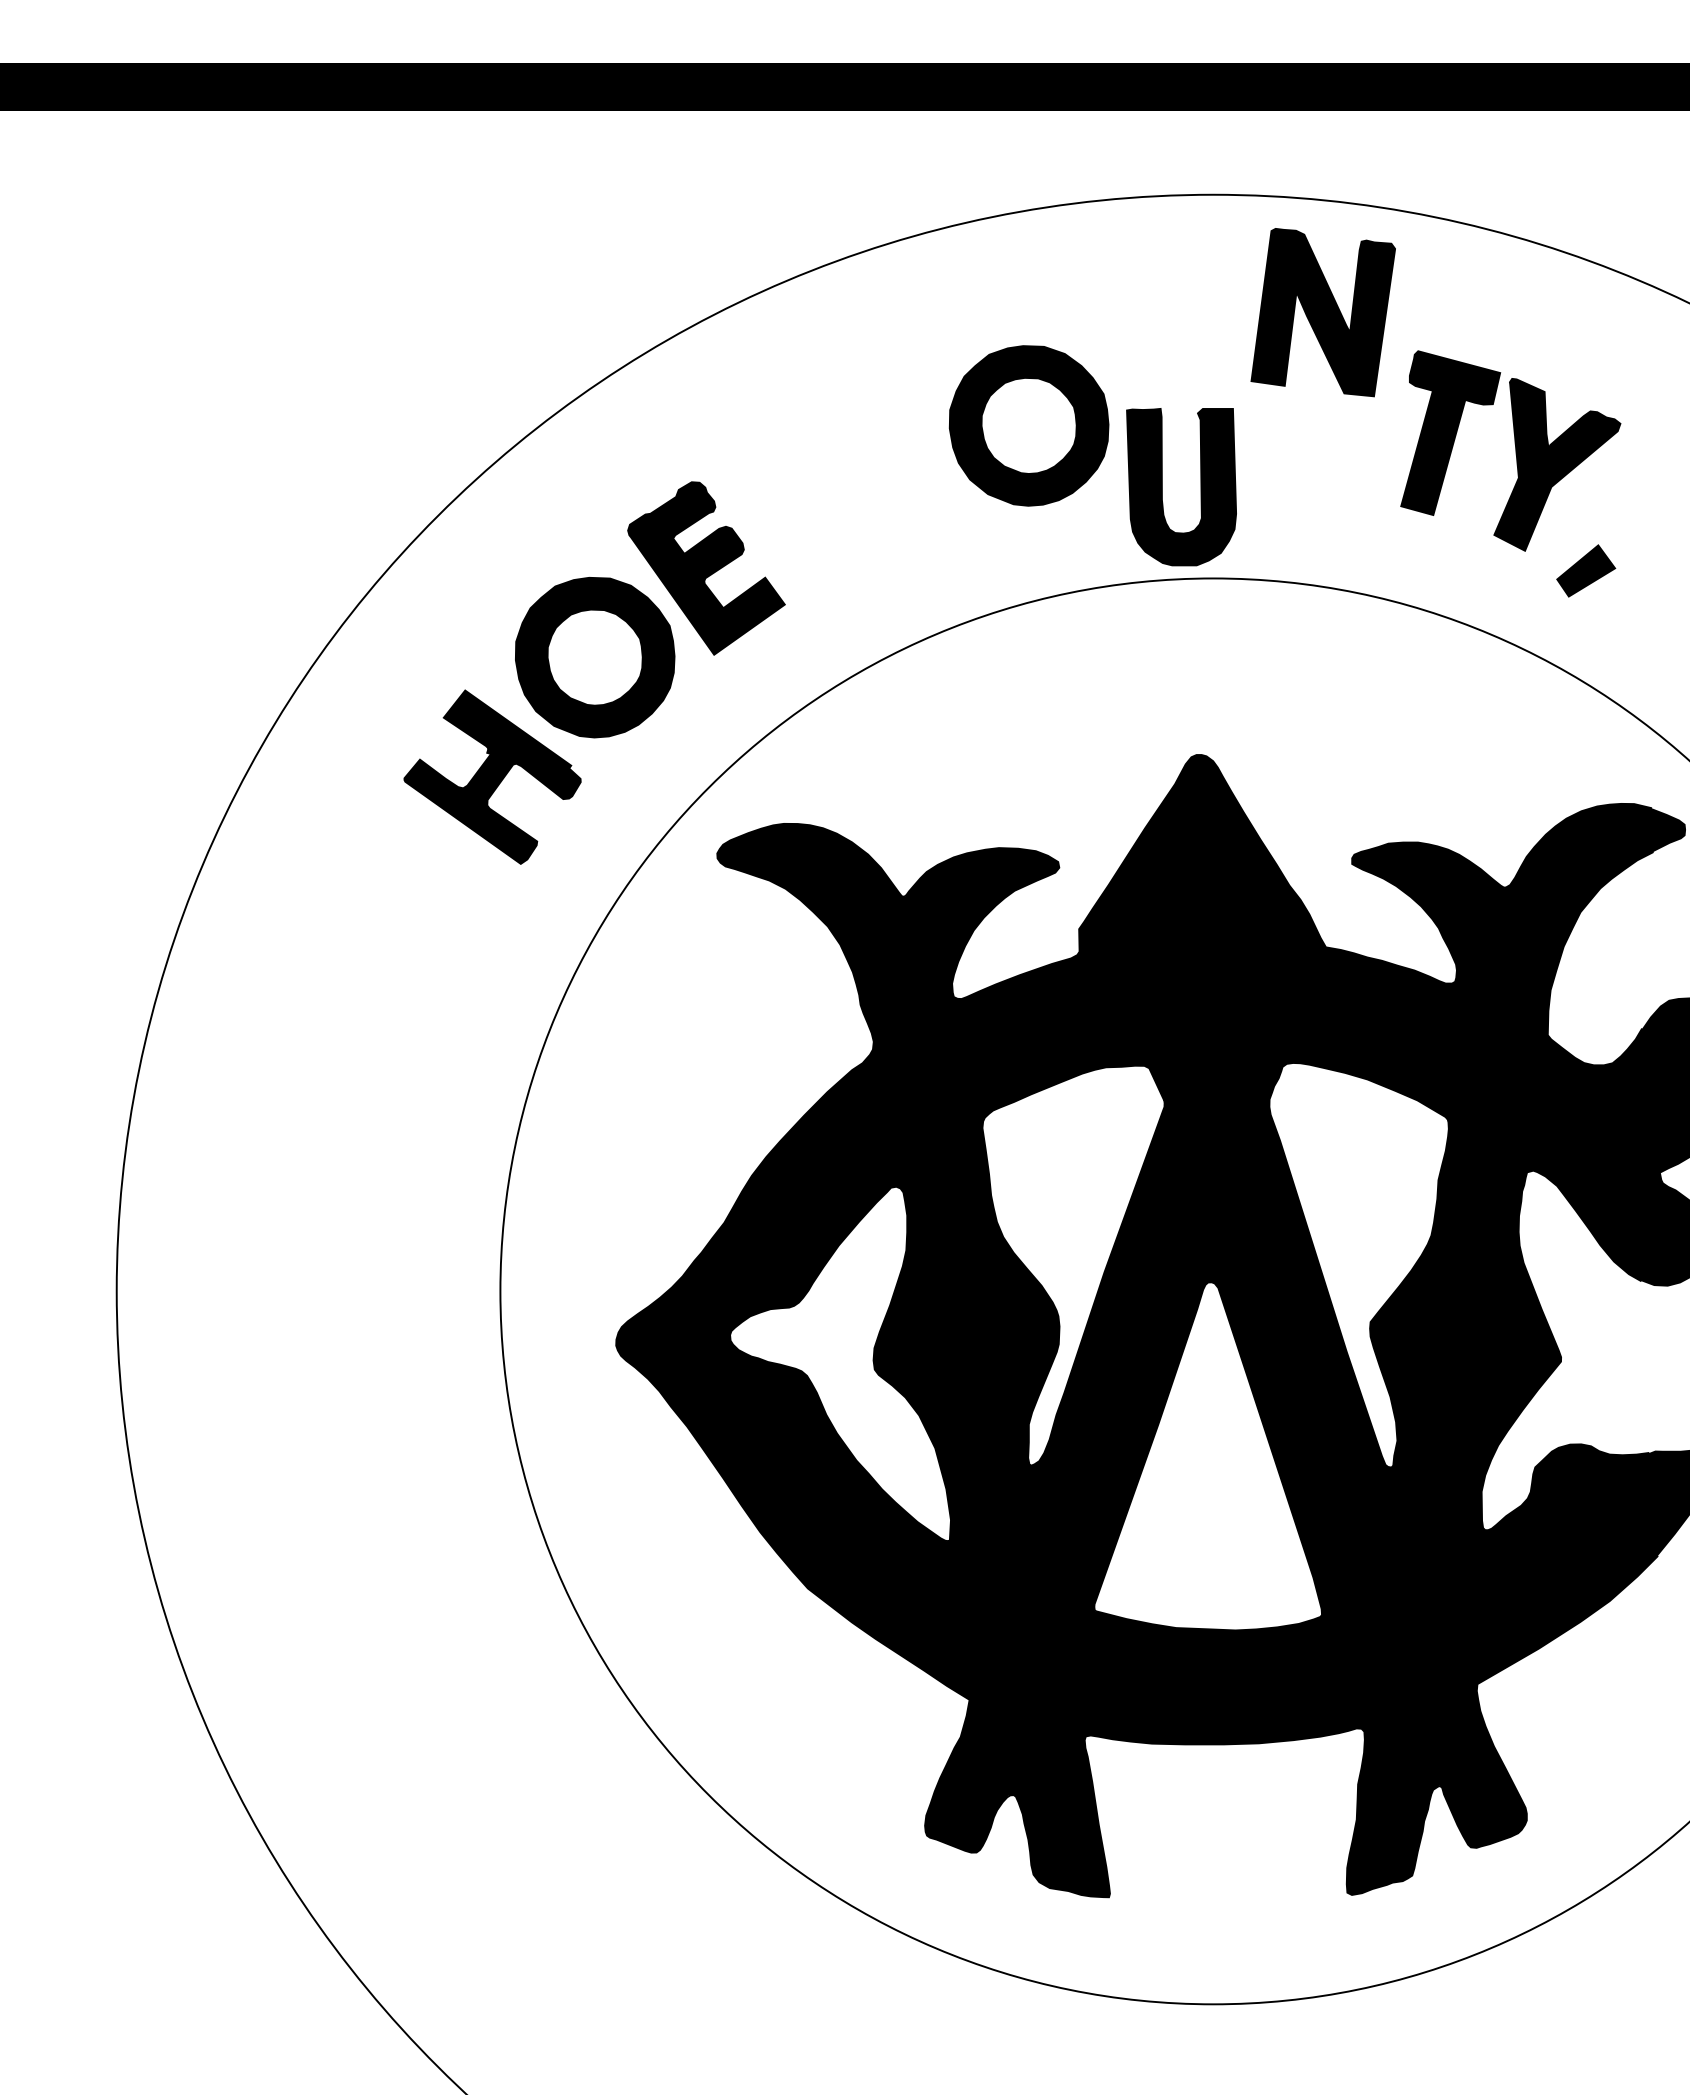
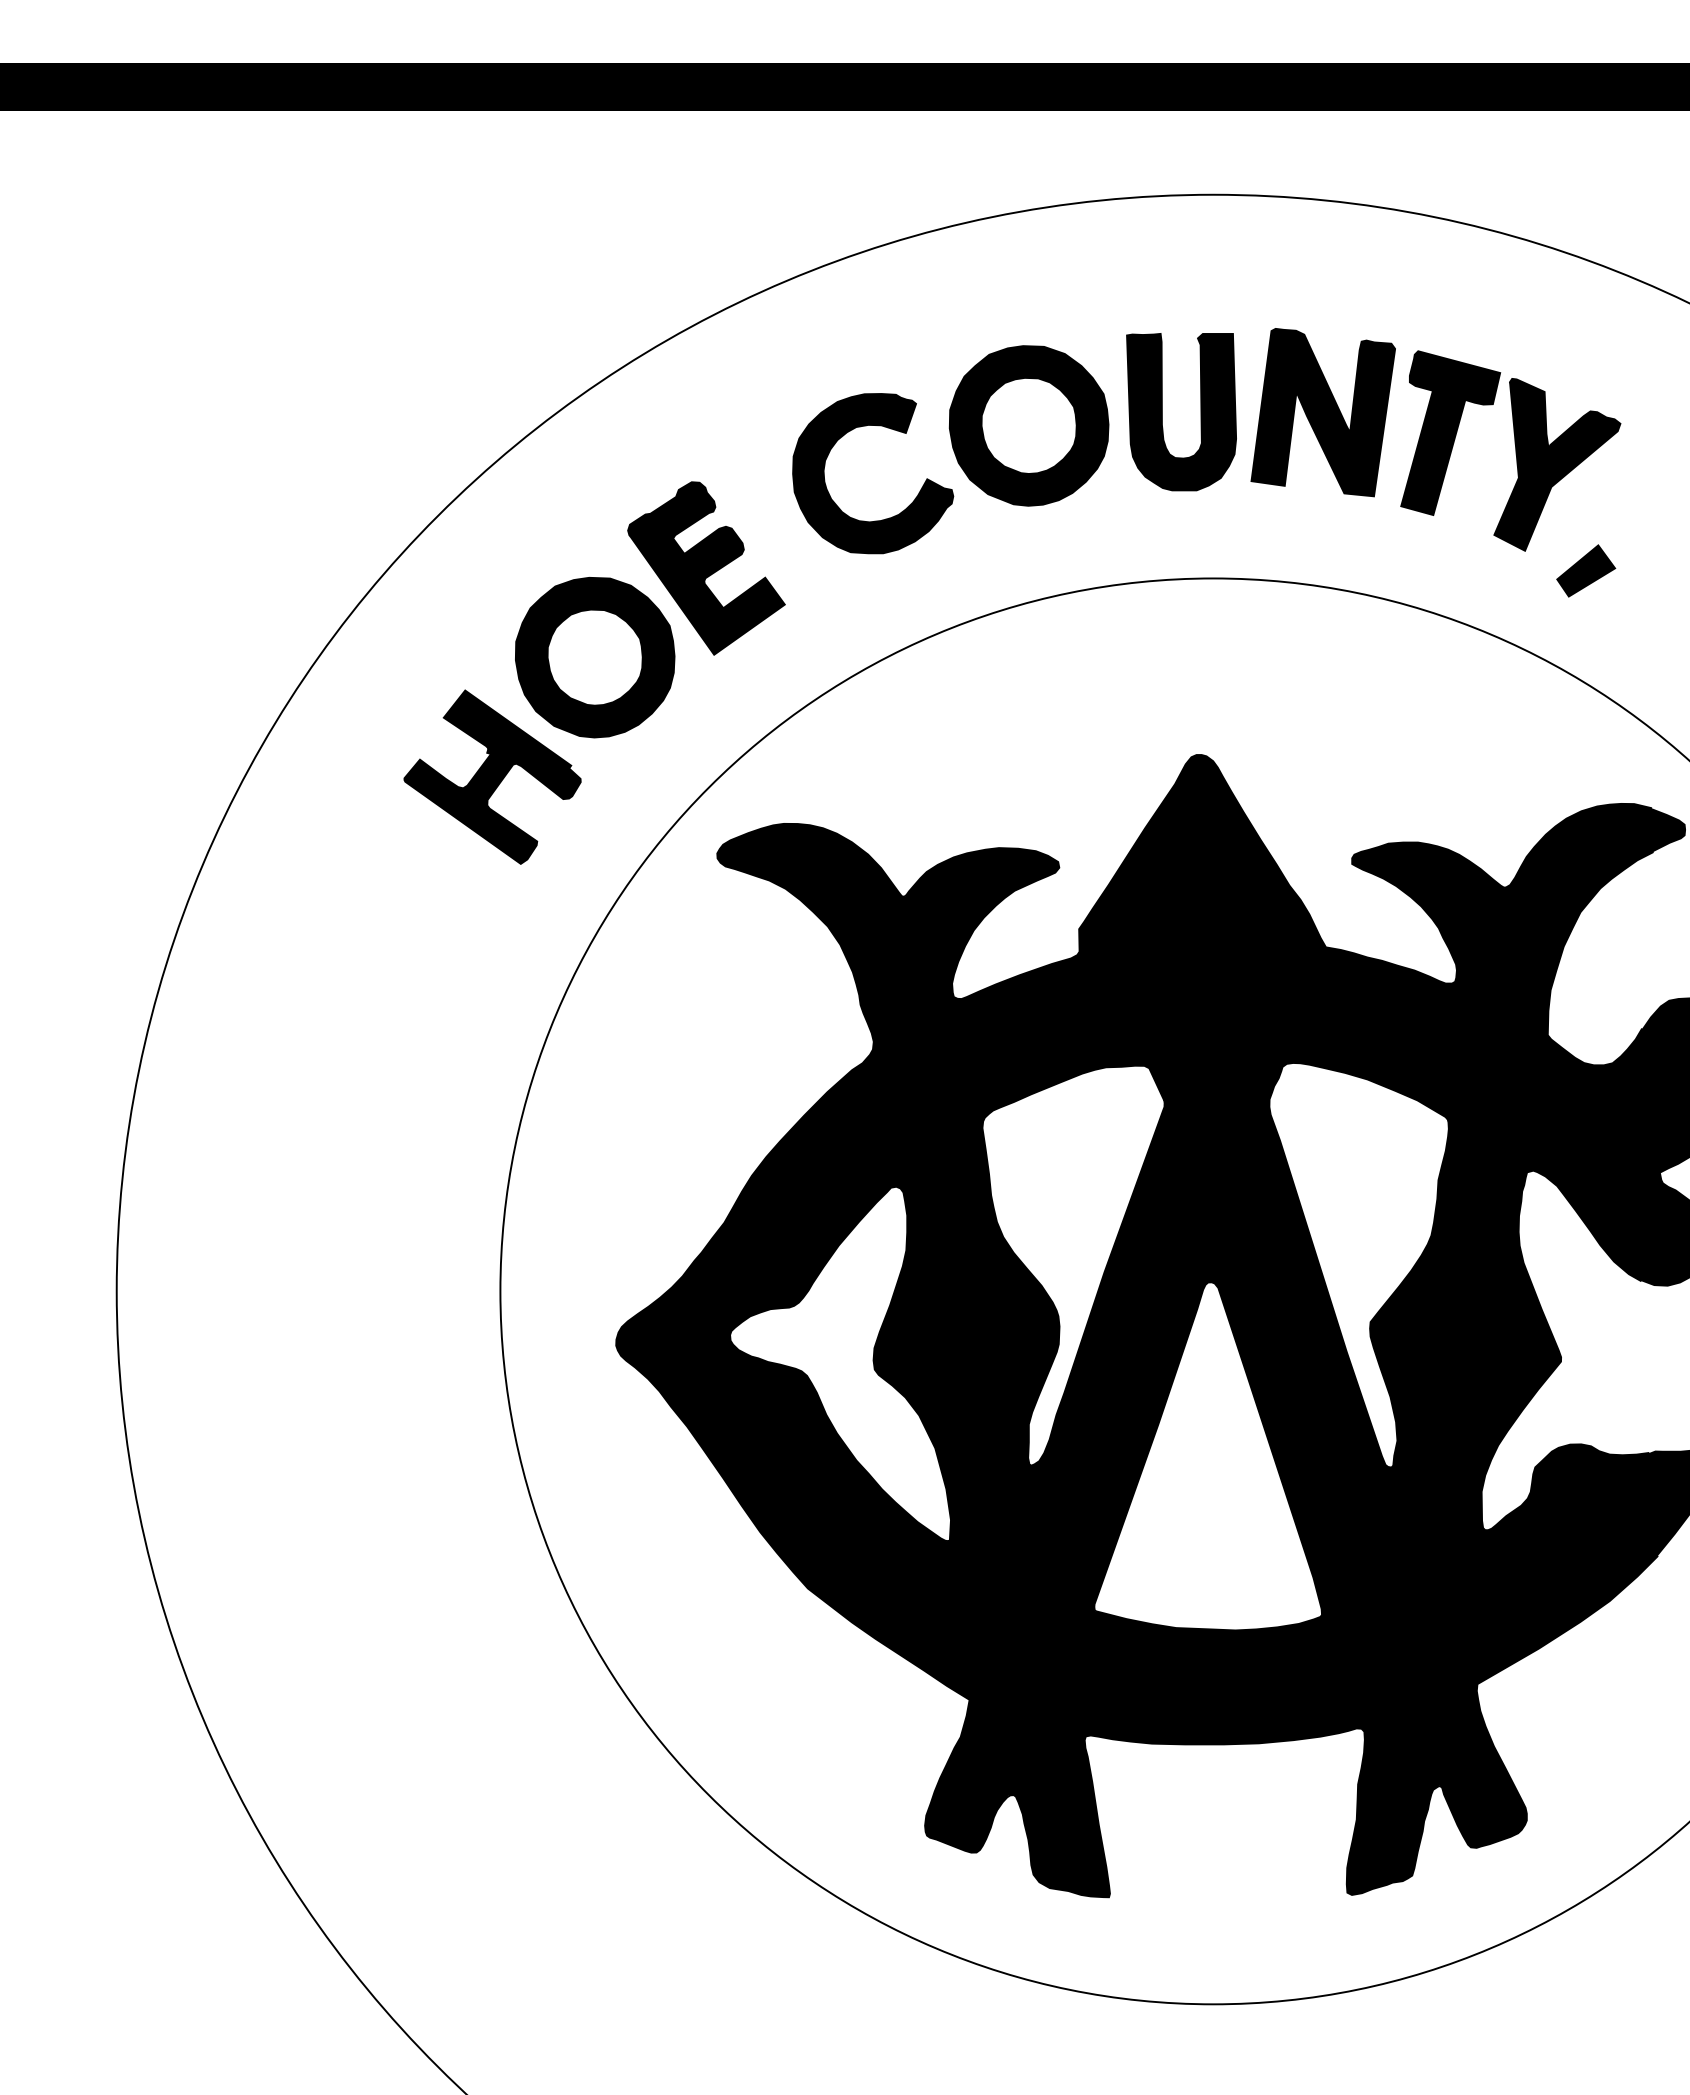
part at (1322, 312) position: (1322, 312) -> (1322, 412)
part at (1162, 487) position: (1162, 487) -> (1162, 412)
part at (885, 518): none -> present
